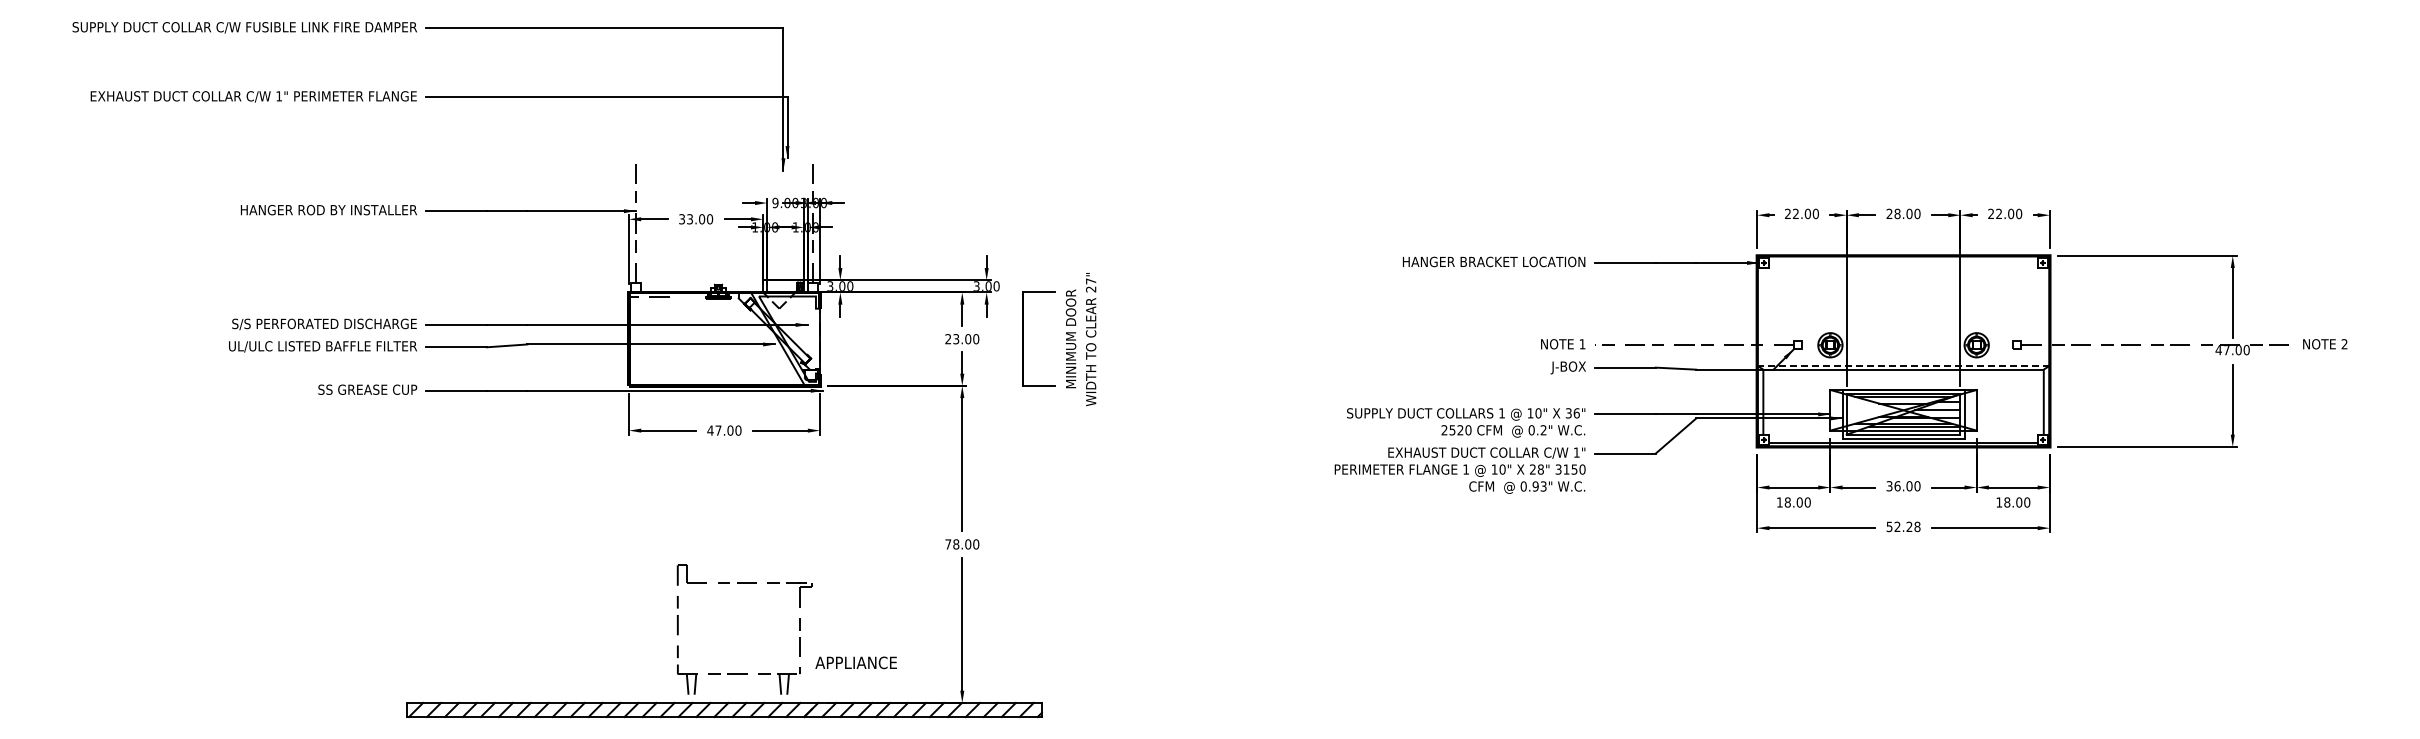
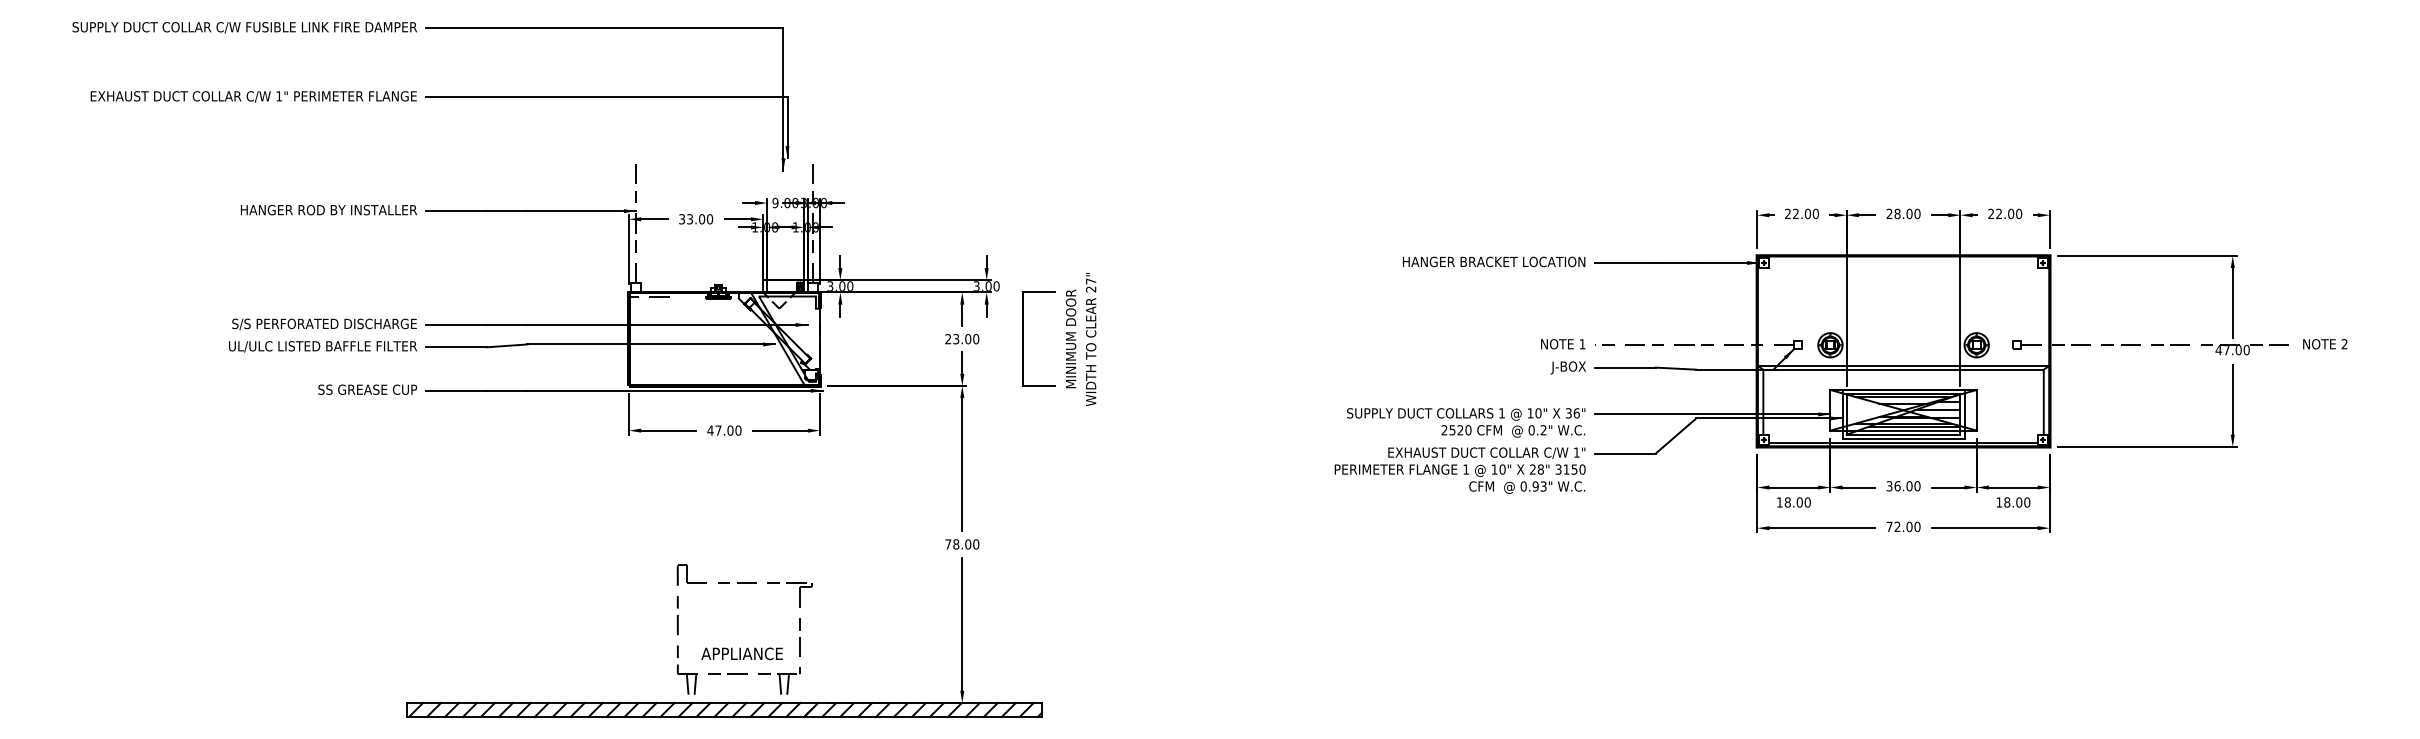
line at (1903, 365): dashed -> solid
text at (1903, 526): 52.28 -> 72.00
text at (855, 662) position: (855, 662) -> (741, 653)
